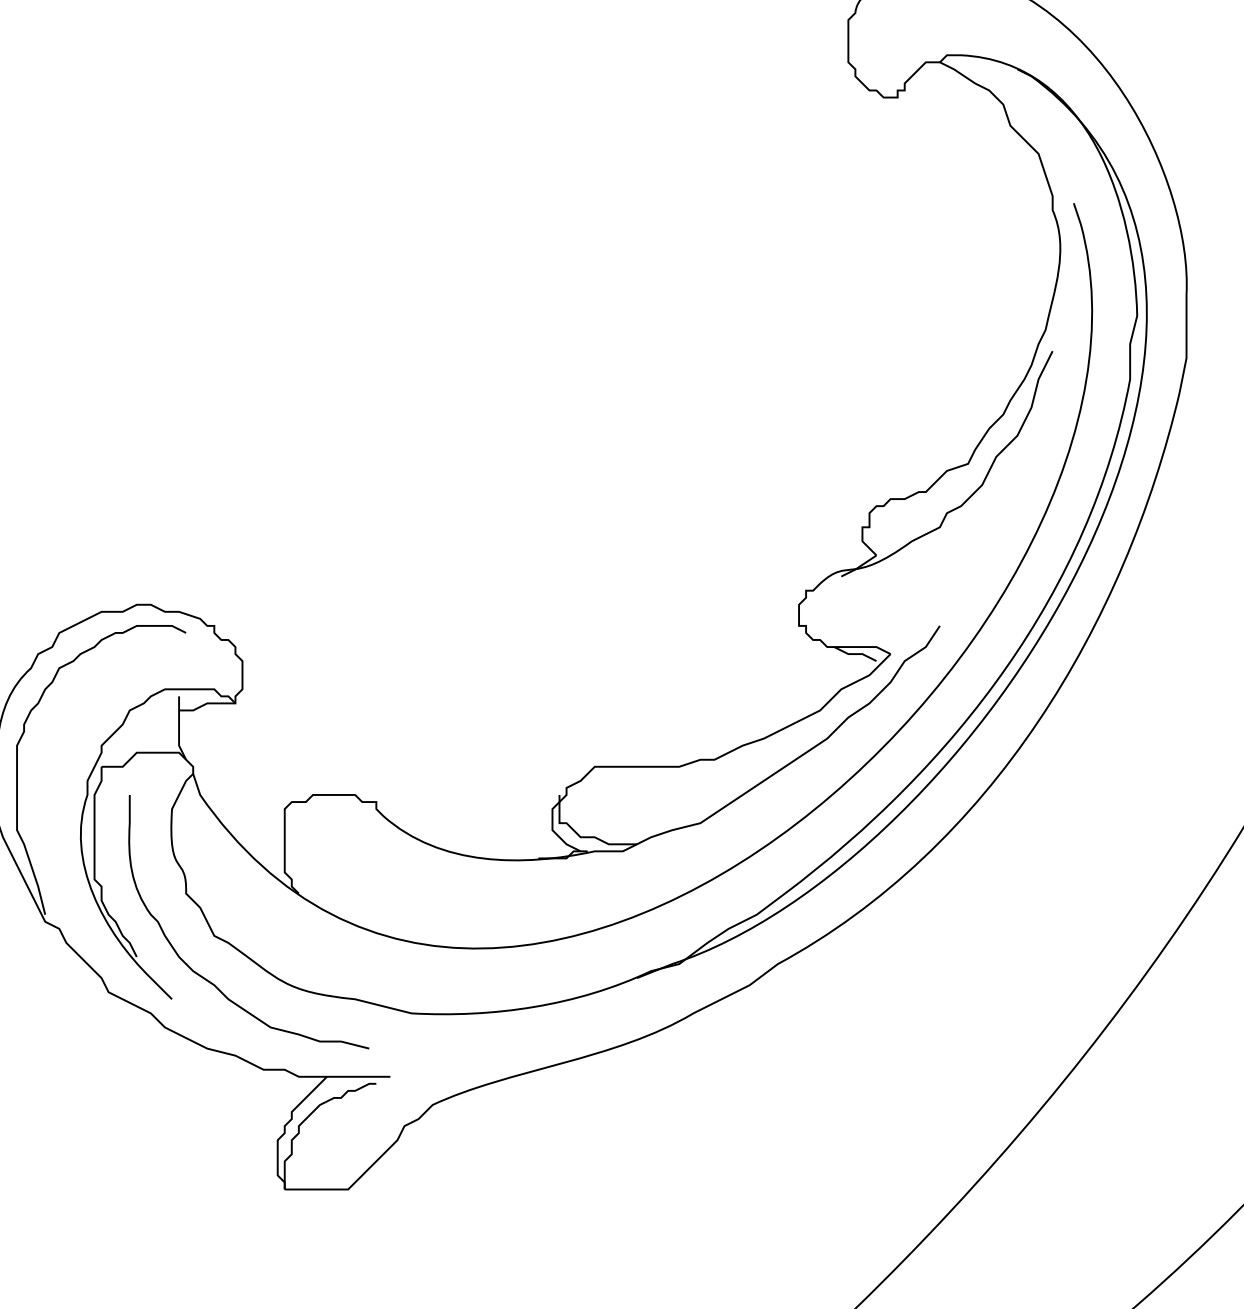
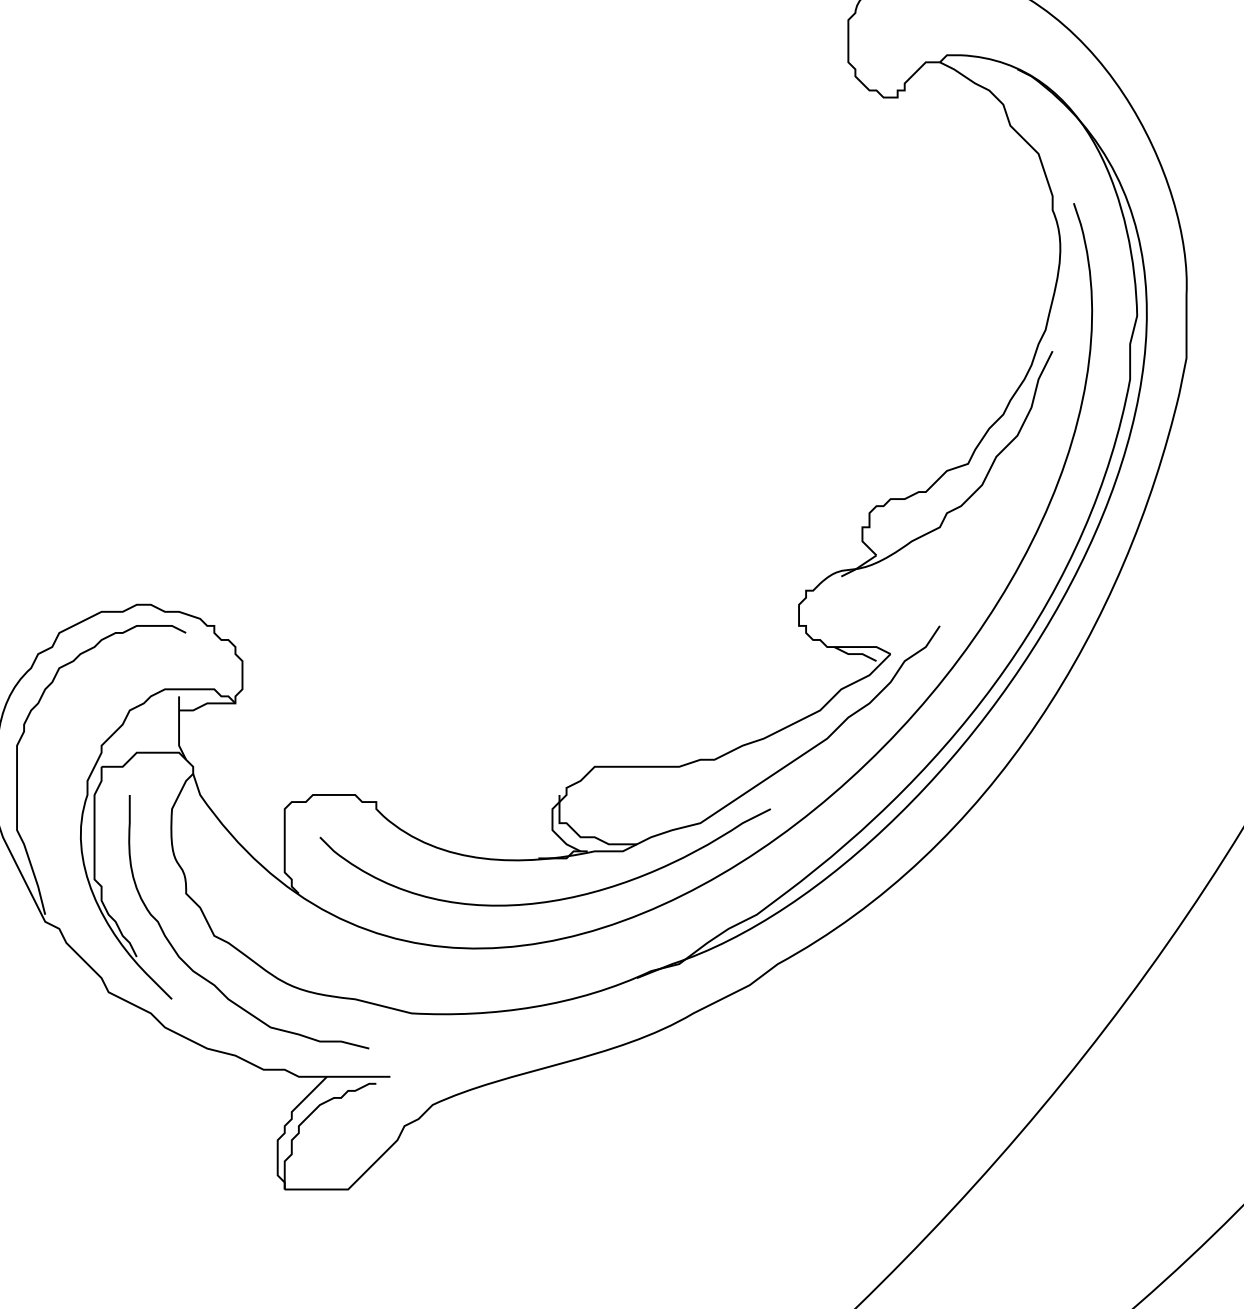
curve at (554, 899): none -> present
